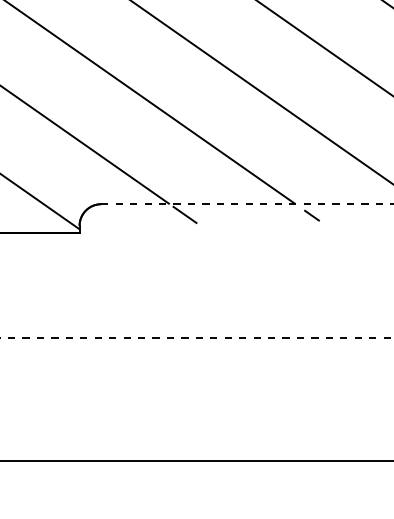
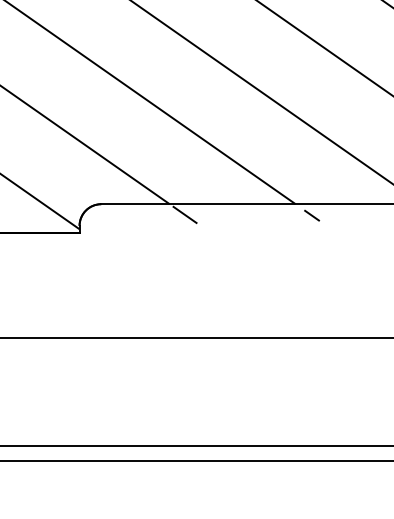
line at (247, 204): dashed -> solid
line at (197, 337): dashed -> solid
line at (196, 446): none -> present
